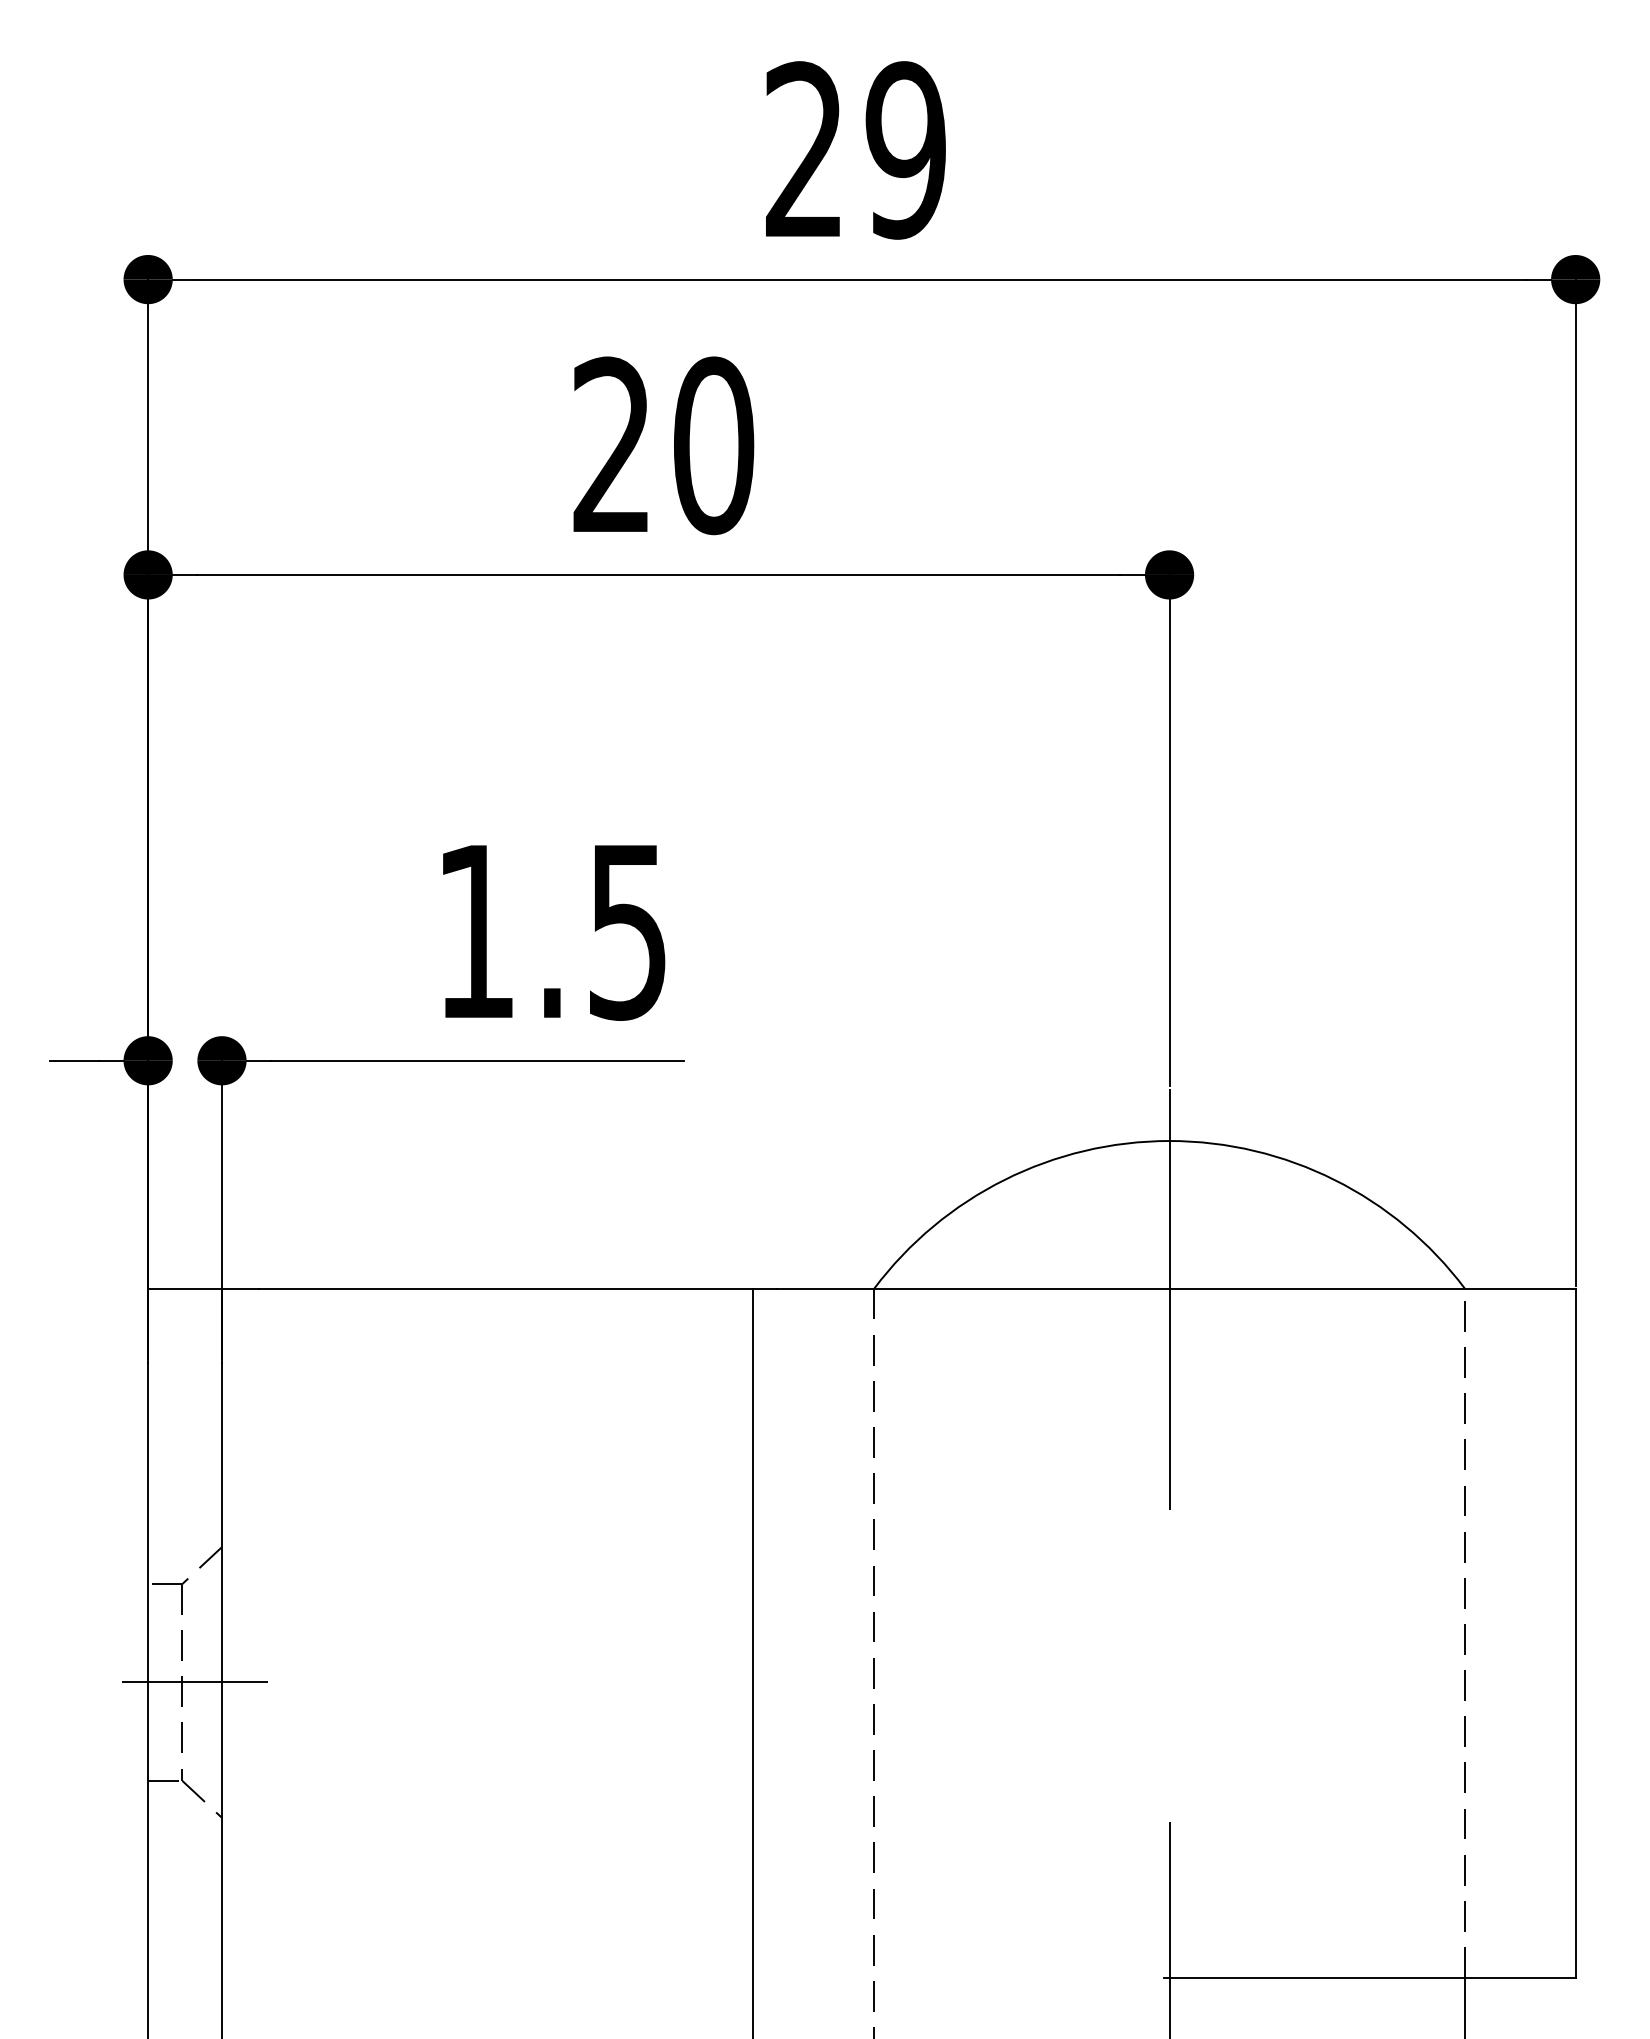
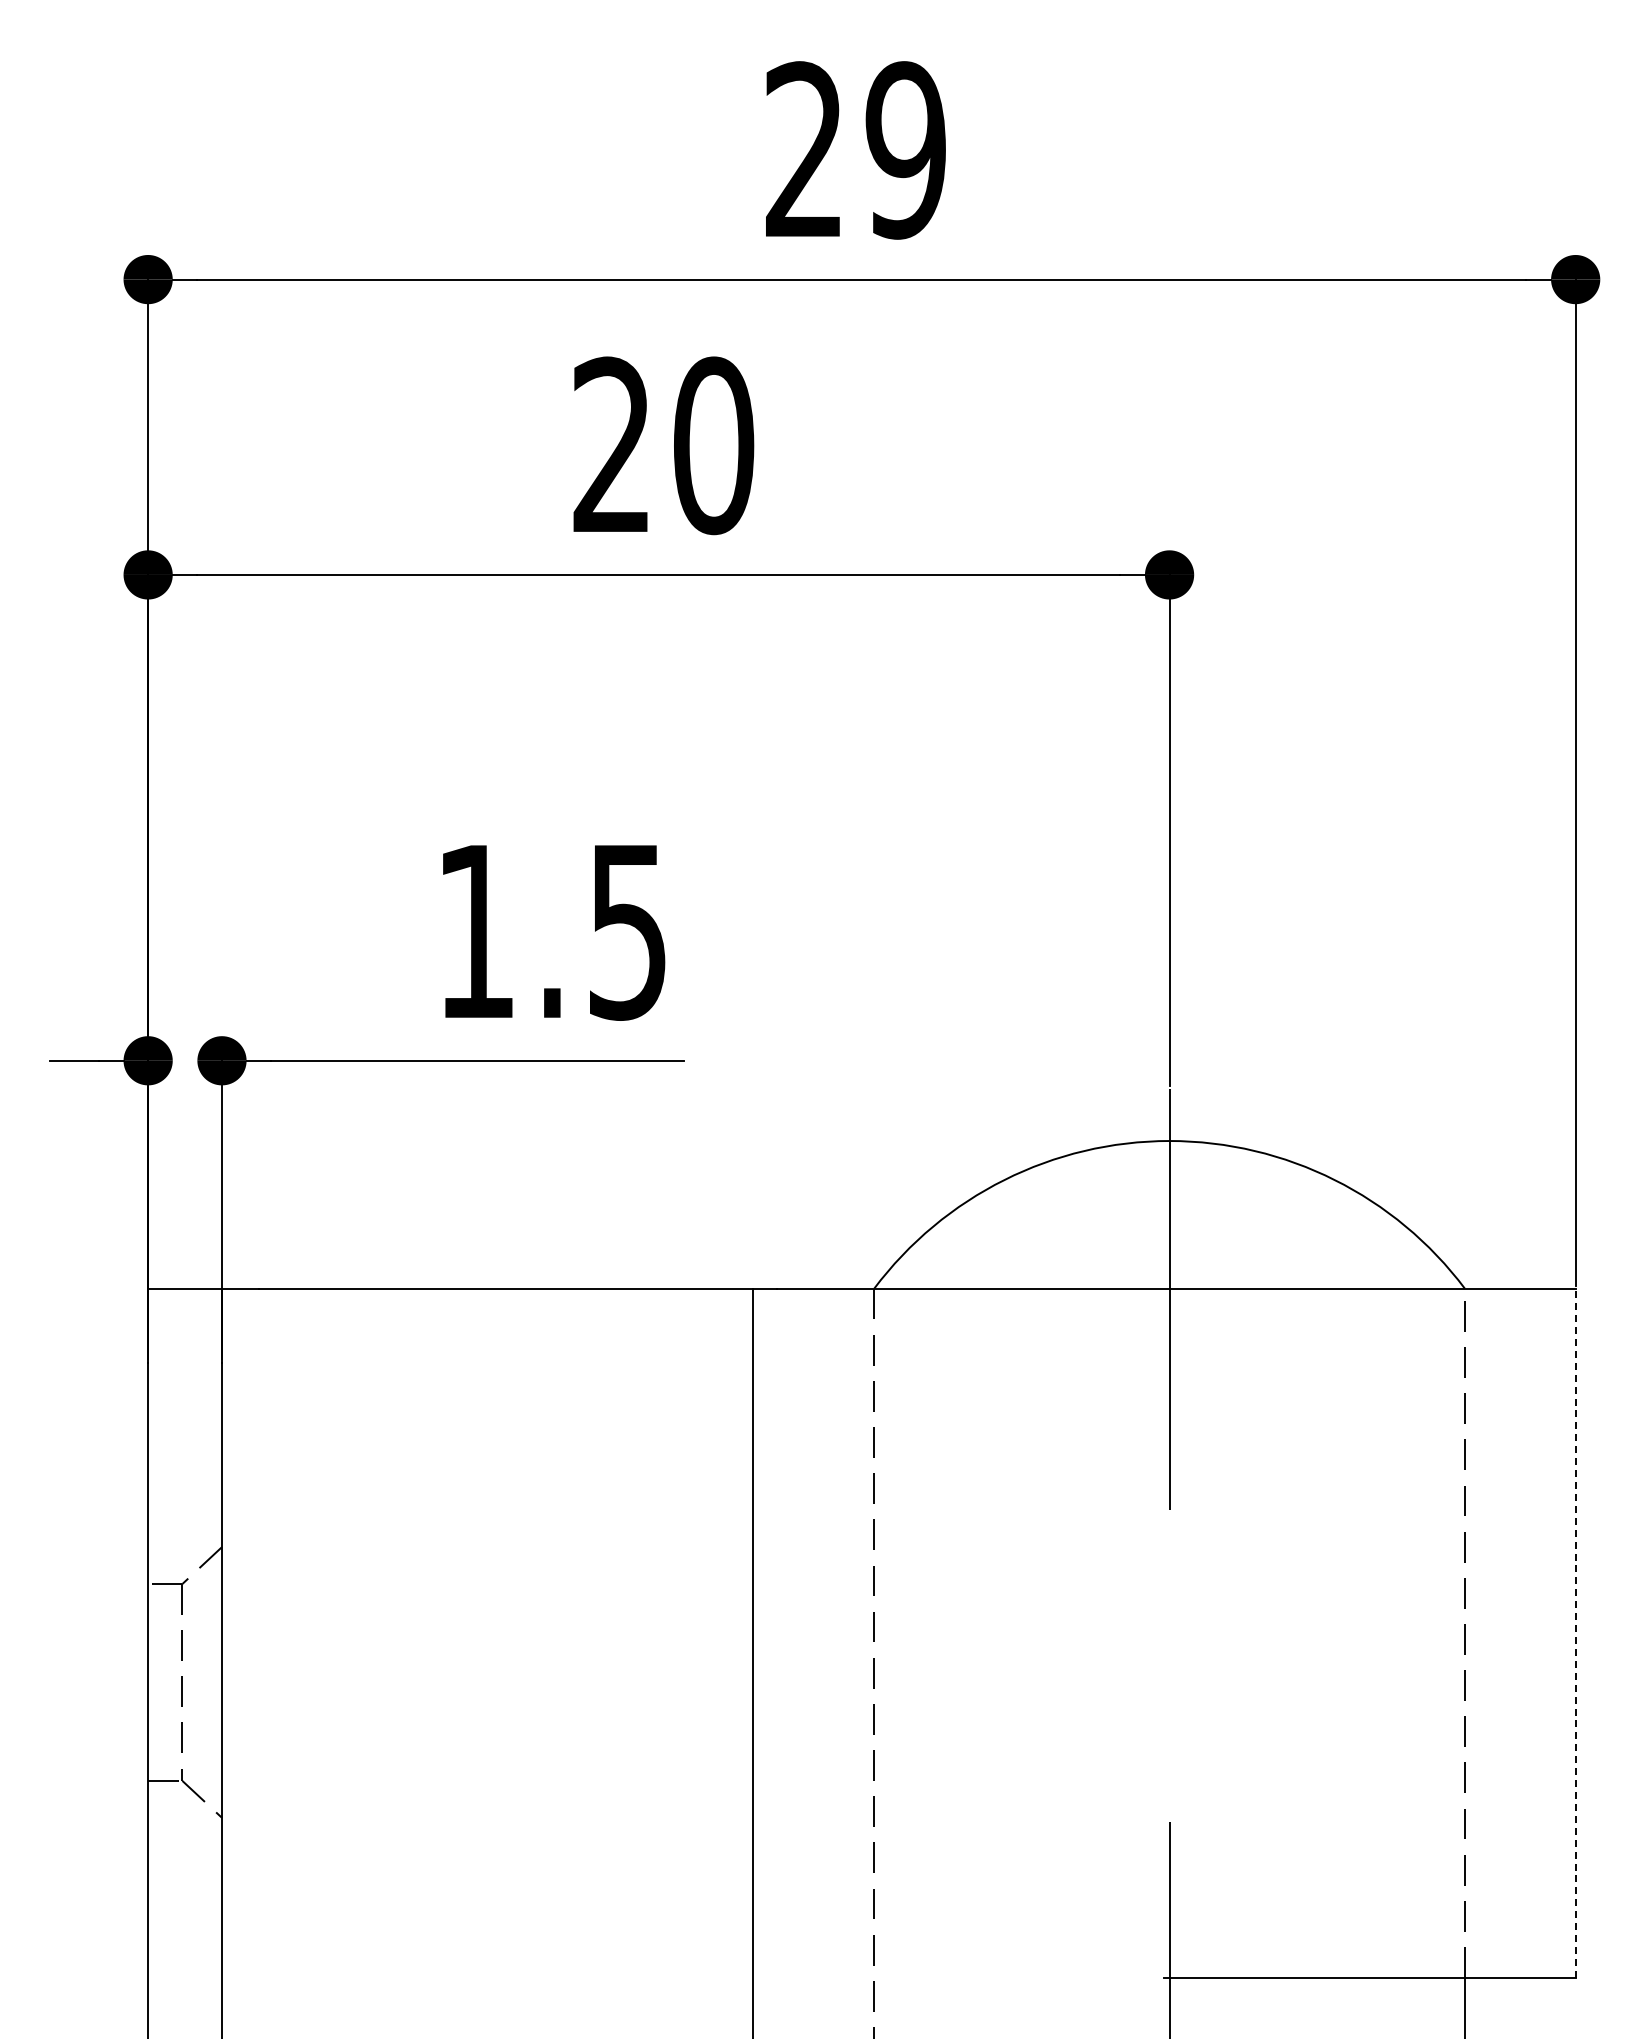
line at (1575, 1633): solid -> dashed
line at (194, 1682): present -> none
